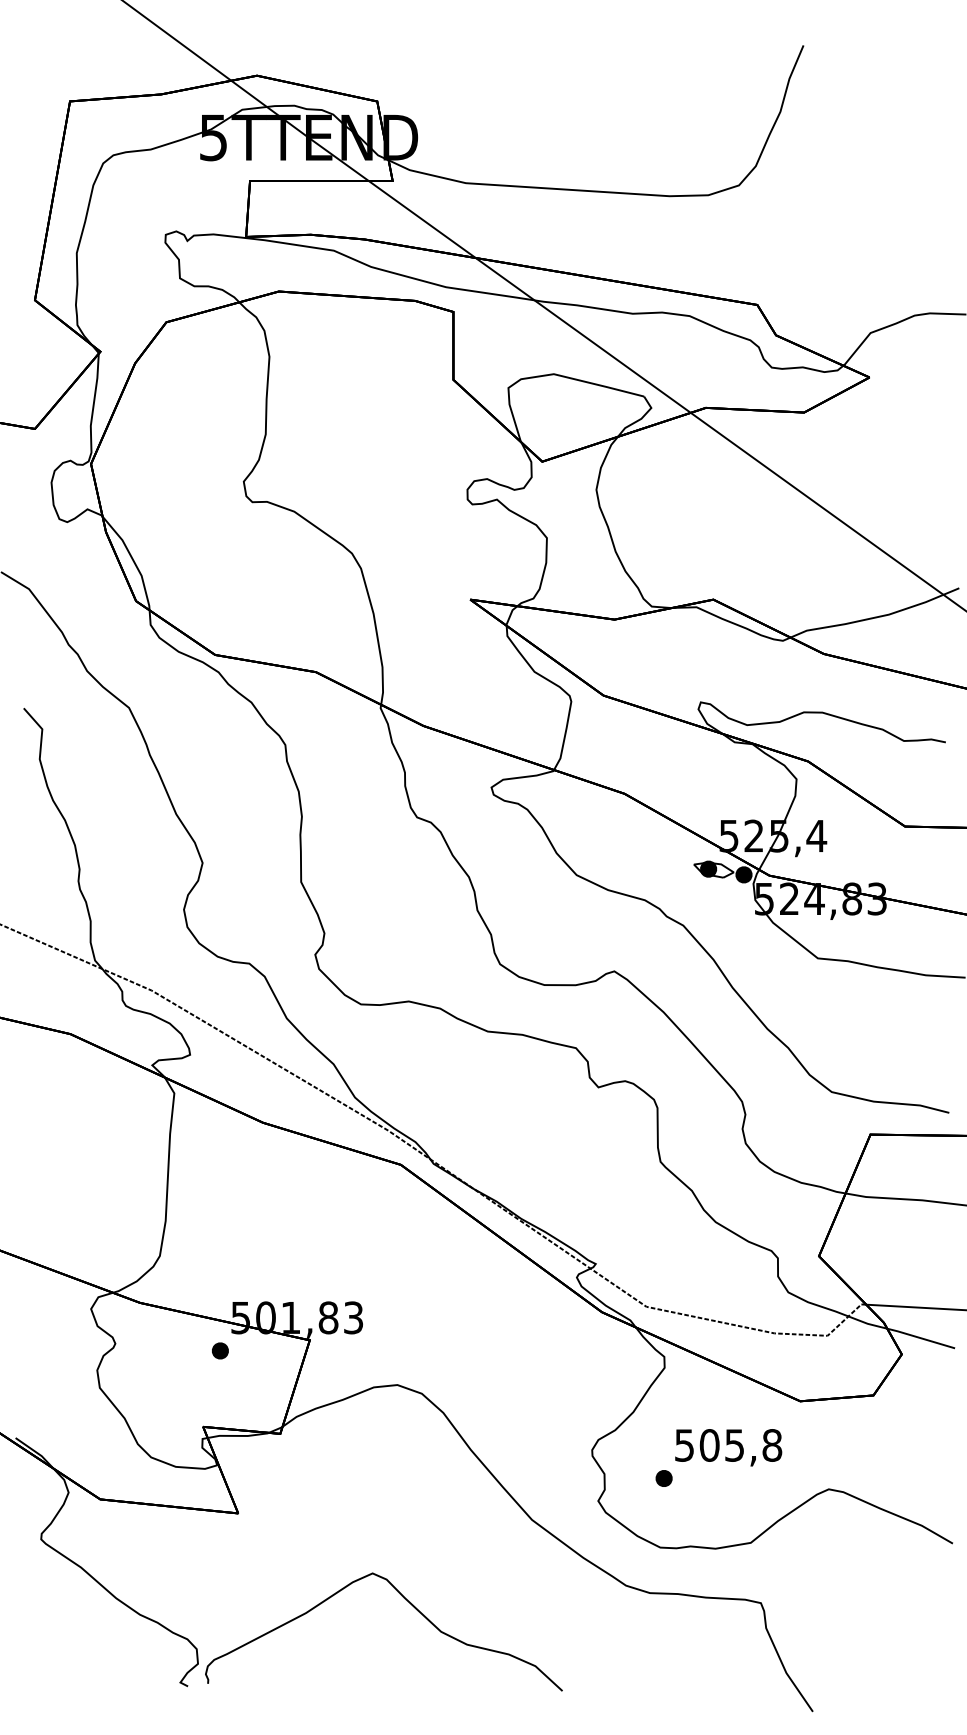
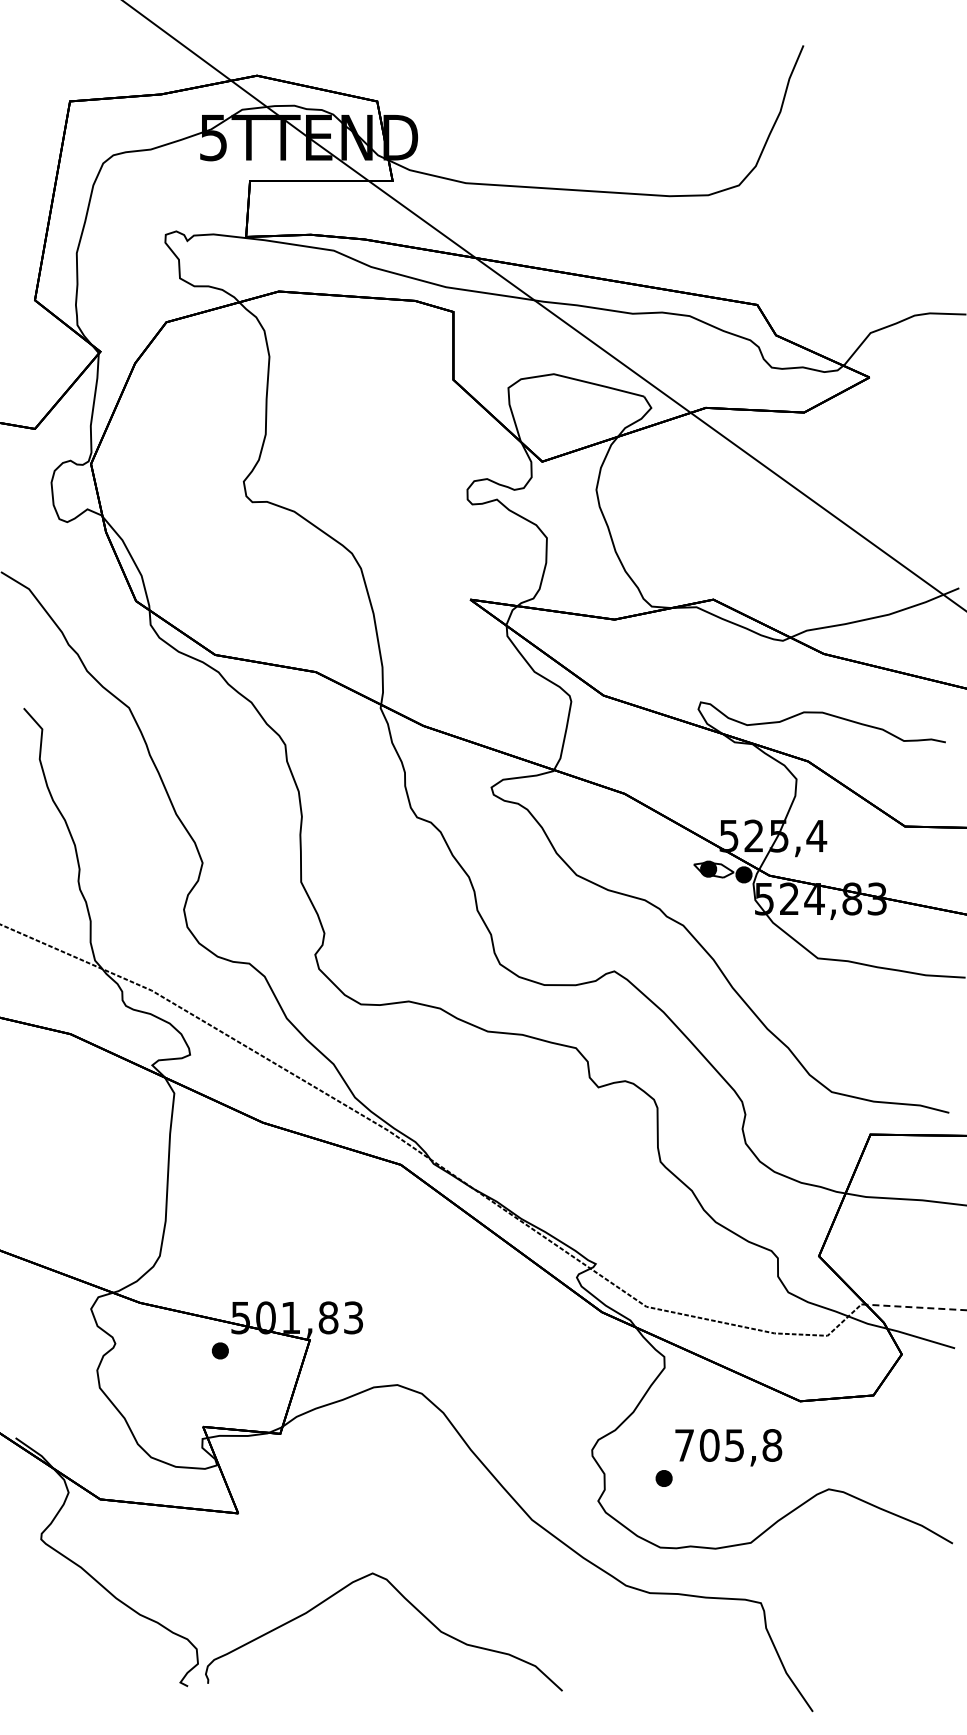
line at (914, 1307): solid -> dashed
text at (684, 1445): 505,8 -> 705,8
